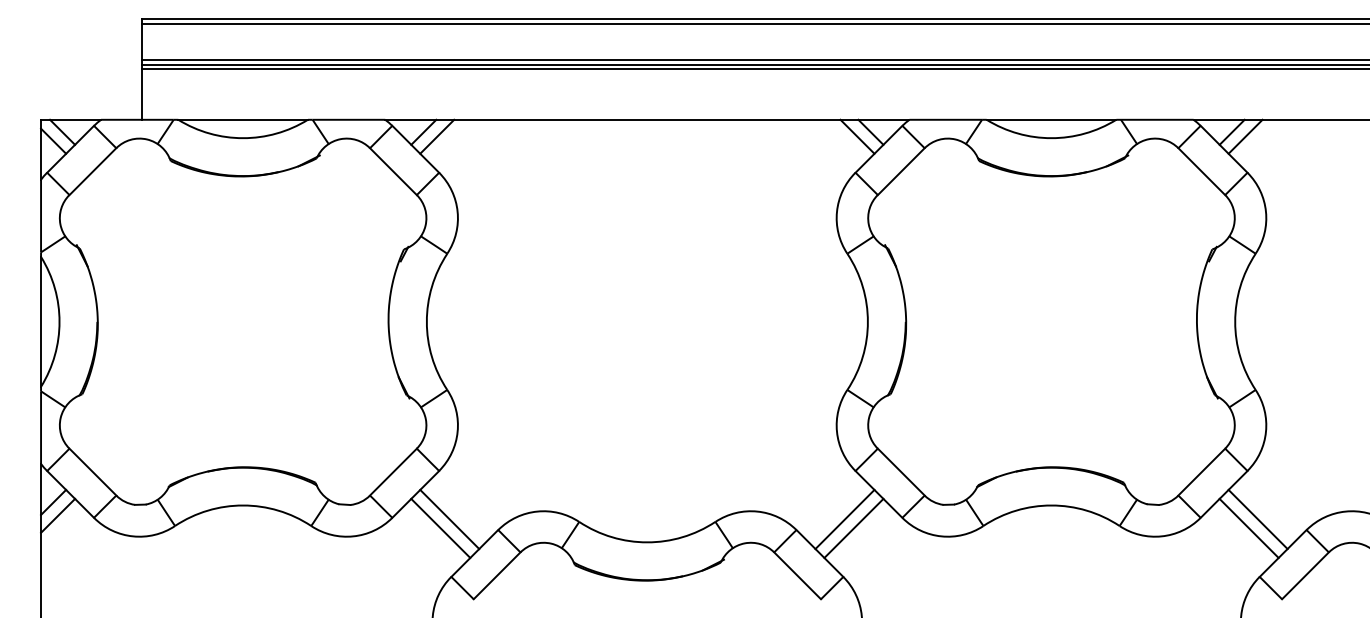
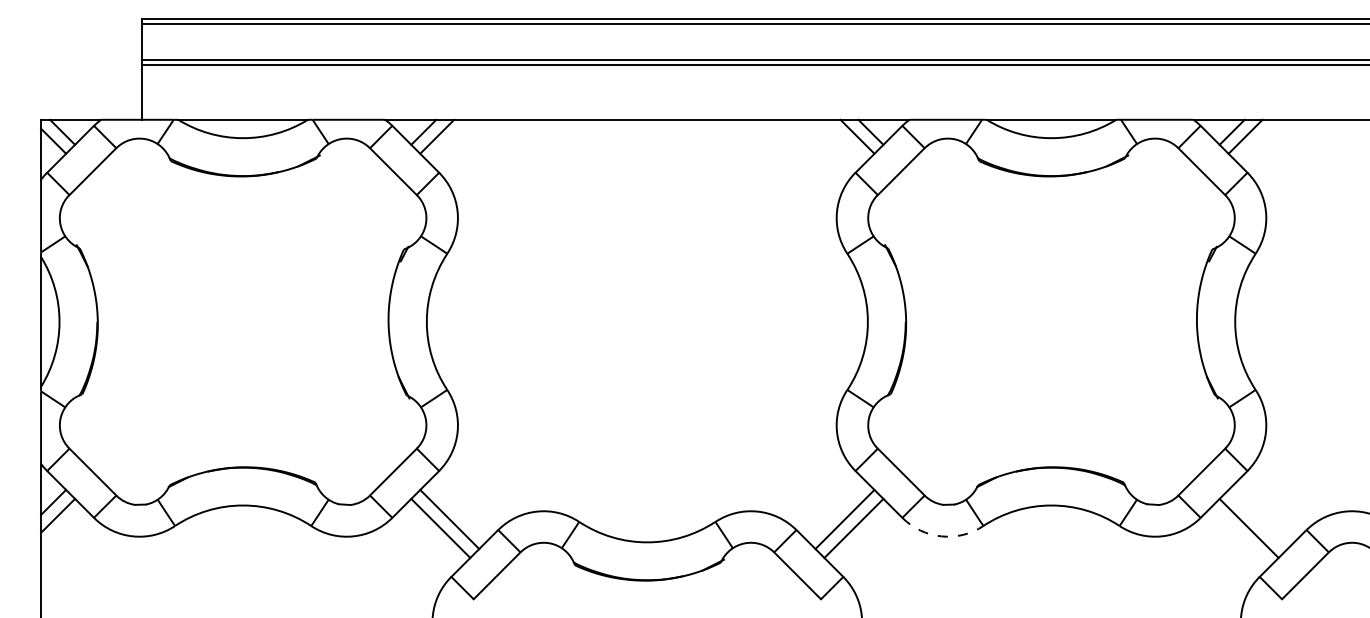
line at (754, 69): present -> none
line at (1257, 519): present -> none
arc at (941, 536): solid -> dashed
